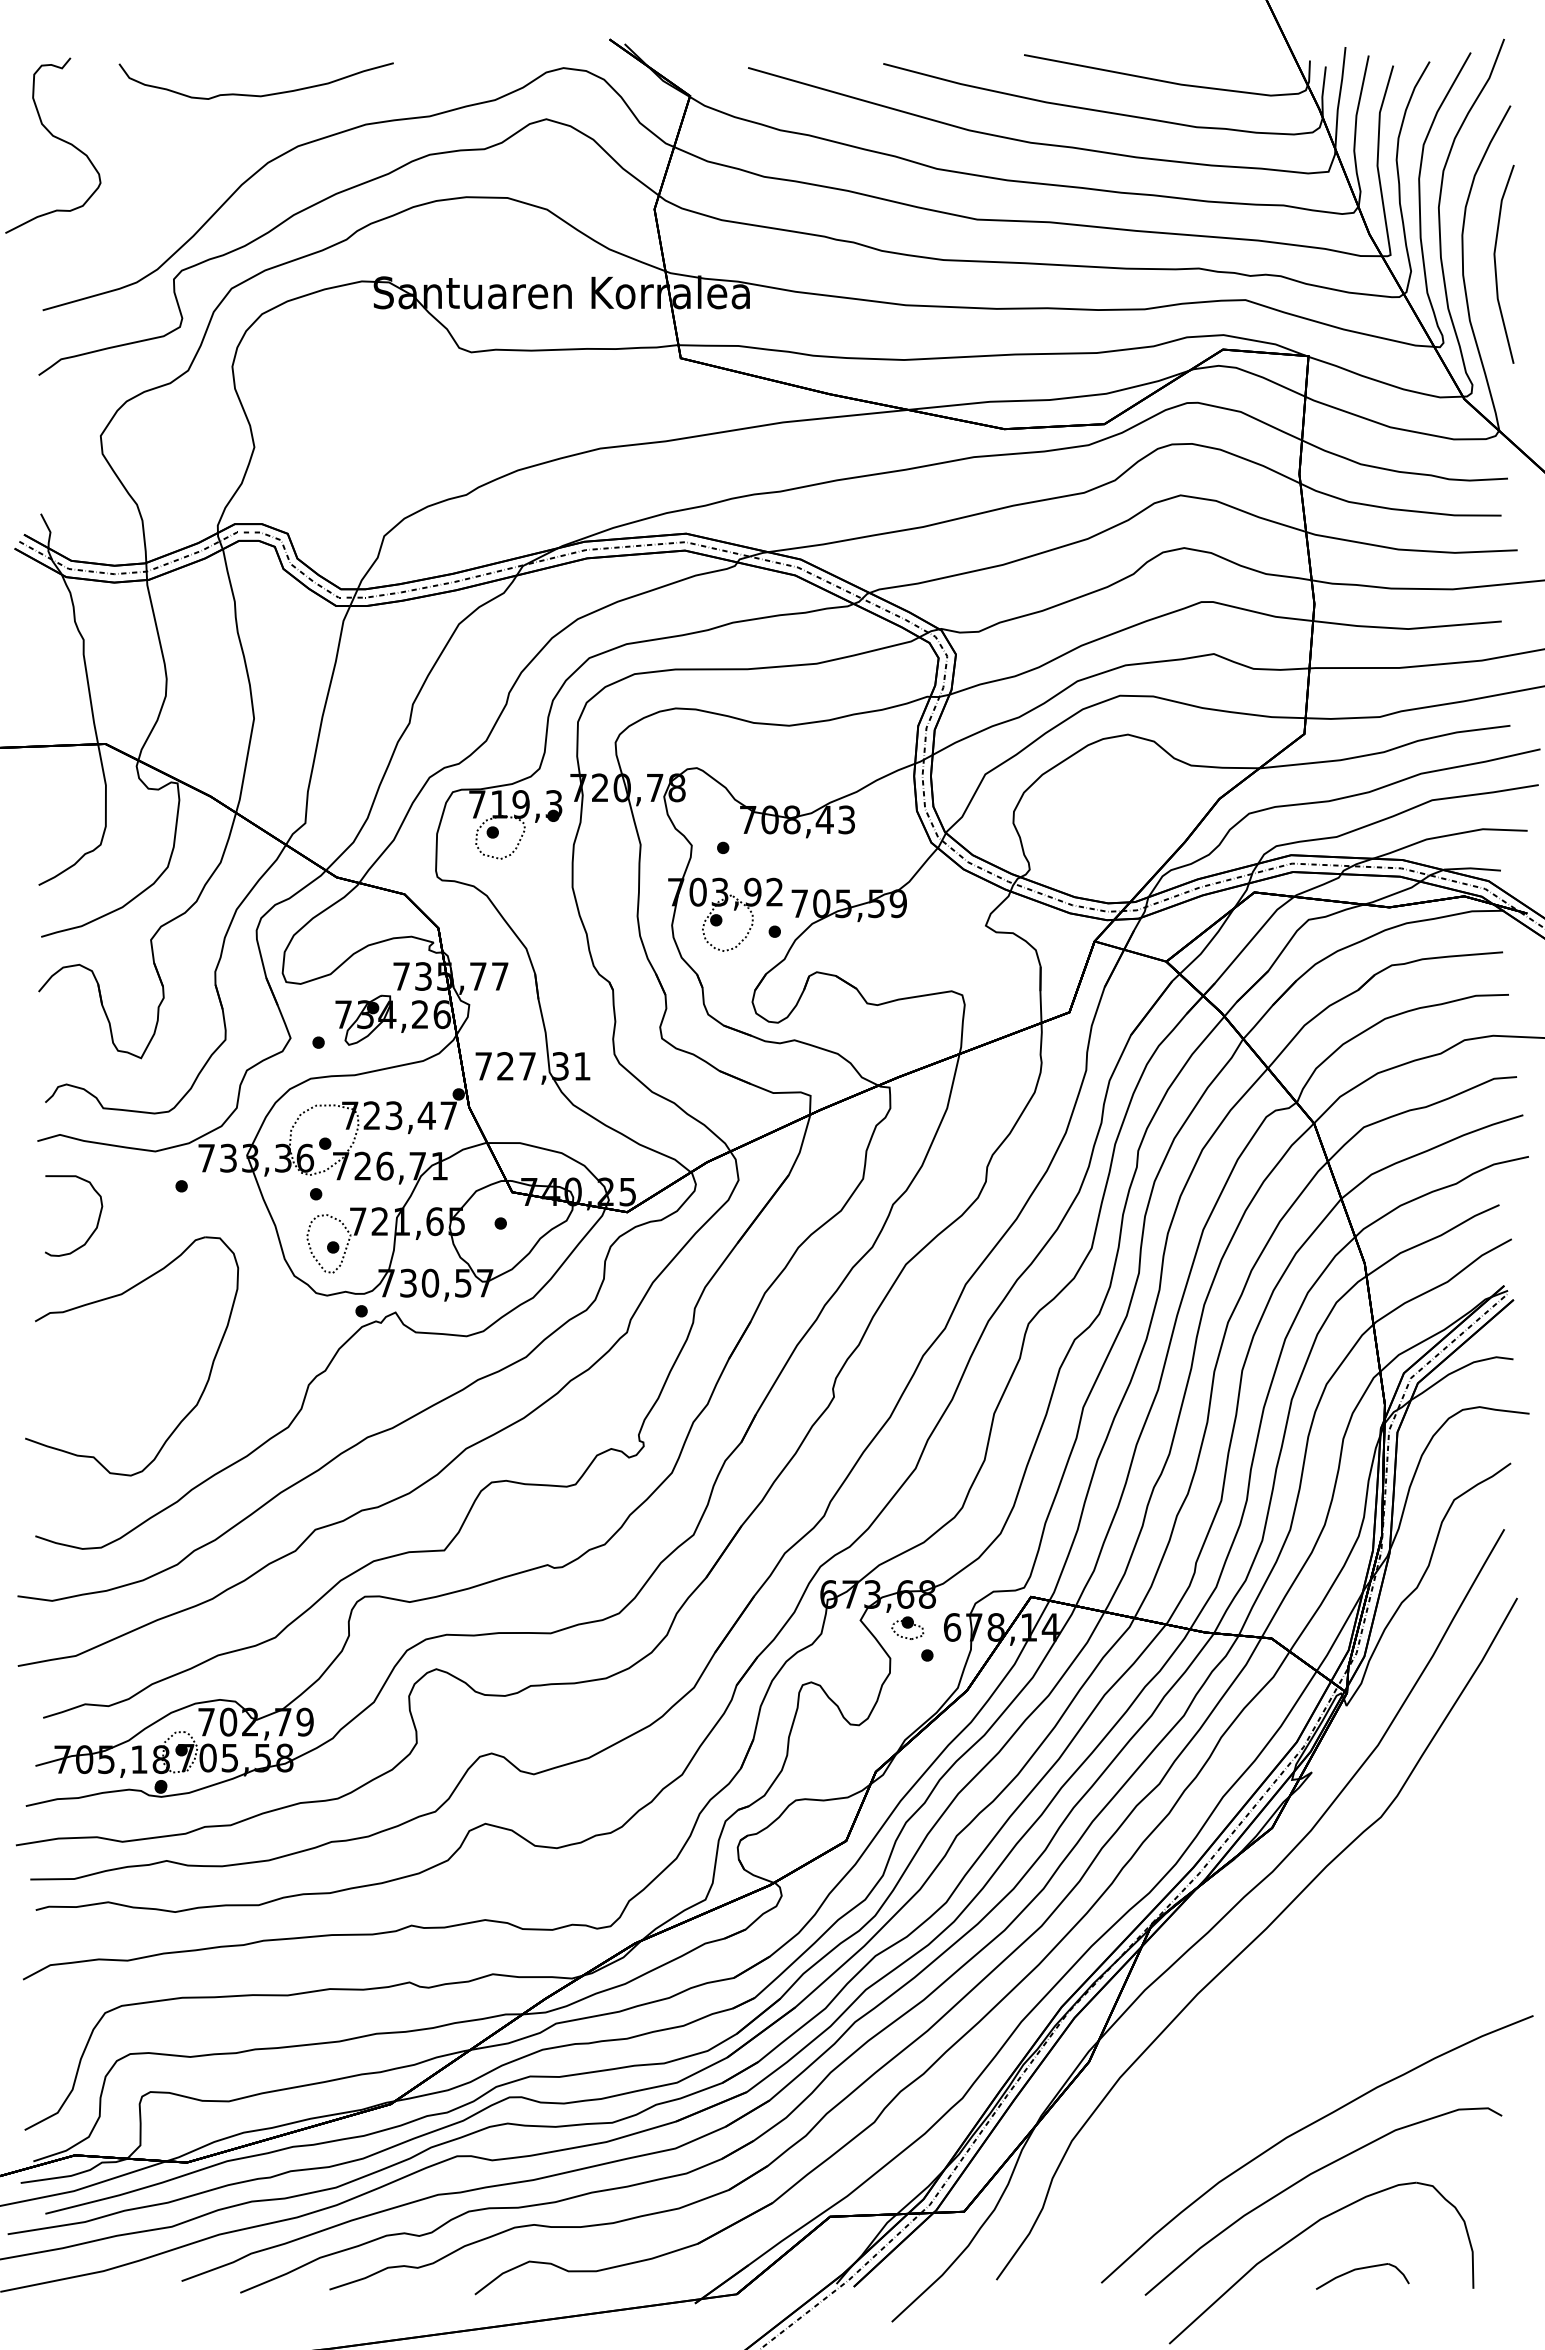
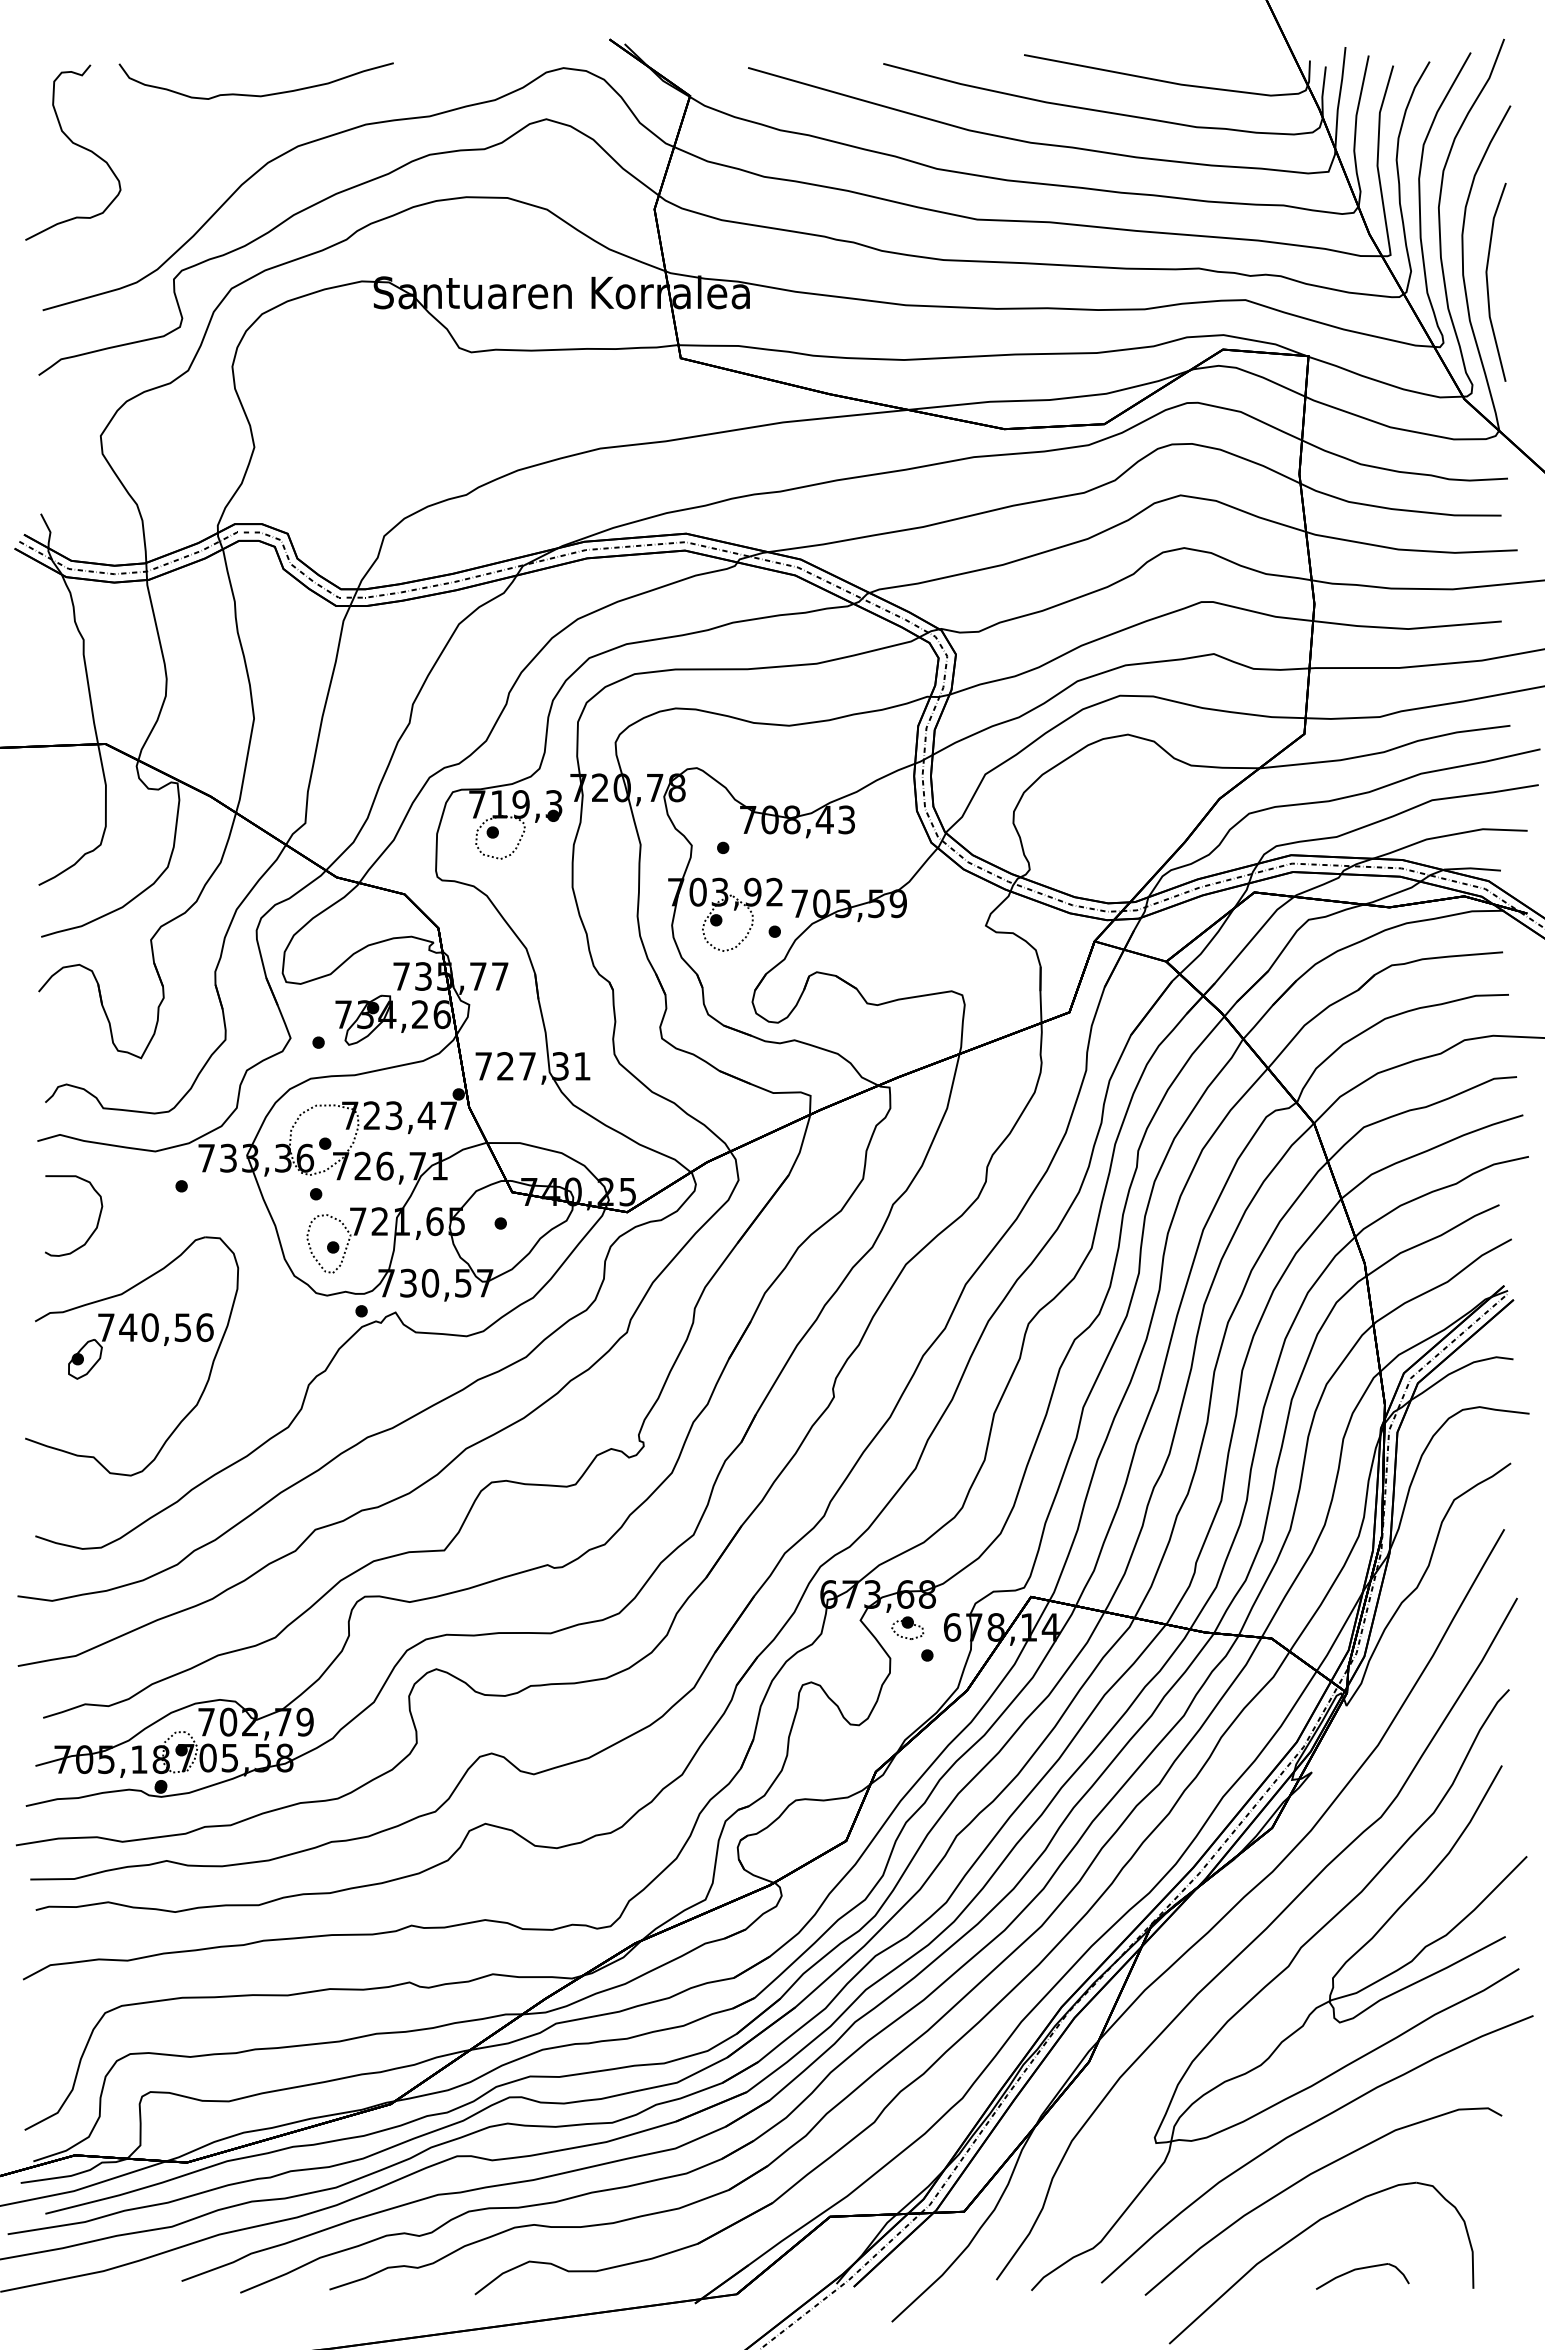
curve at (56, 138) position: (56, 138) -> (76, 145)
line at (1496, 264) position: (1496, 264) -> (1488, 282)
part at (145, 1340): none -> present
part at (1272, 1981): none -> present
